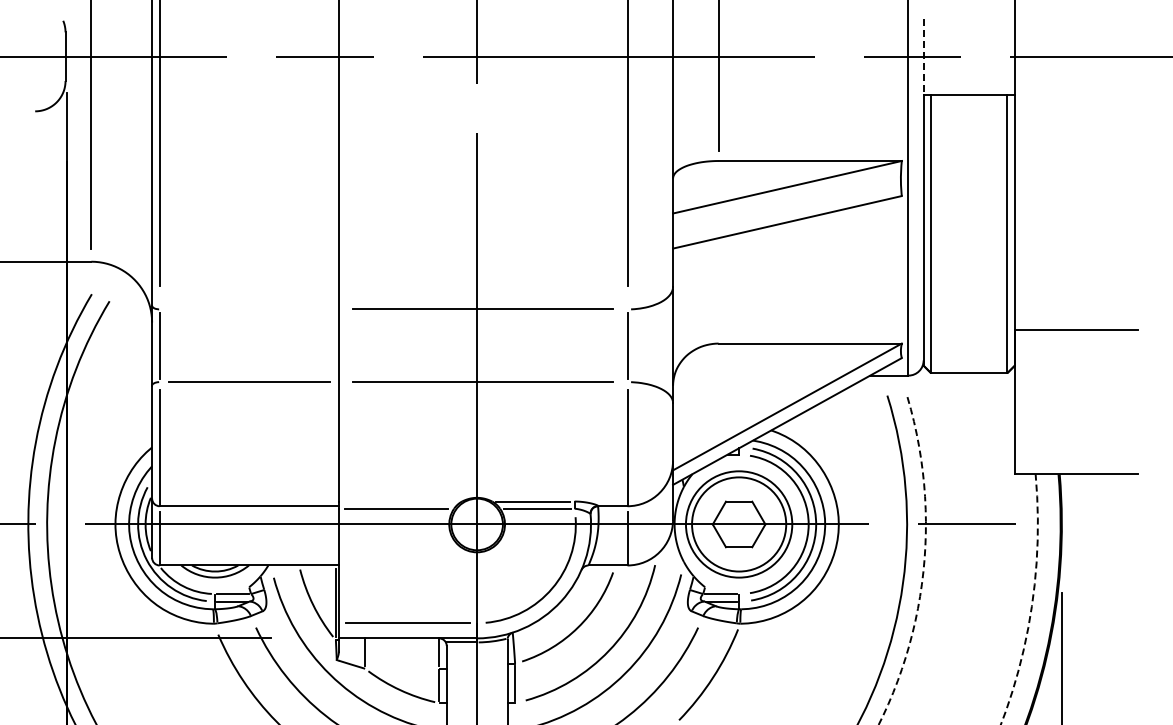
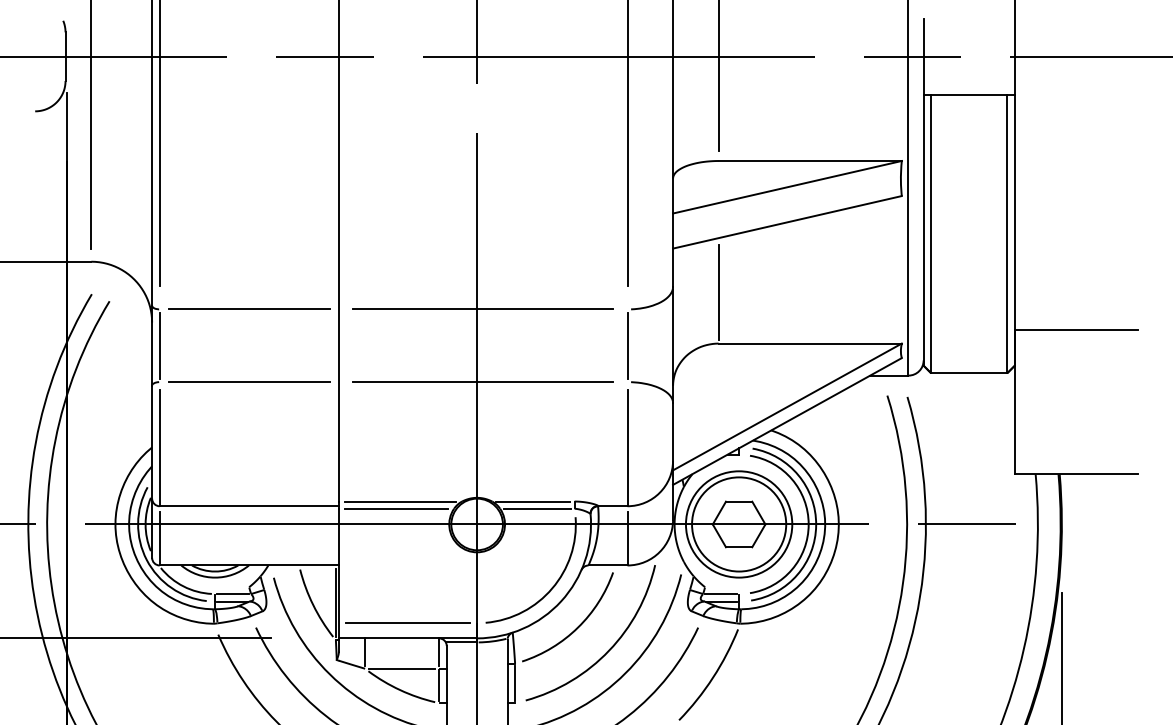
line at (923, 56): dashed -> solid
line at (718, 291): none -> present
line at (249, 308): none -> present
line at (400, 501): none -> present
arc at (924, 563): dashed -> solid
arc at (1032, 601): dashed -> solid
line at (401, 668): none -> present
